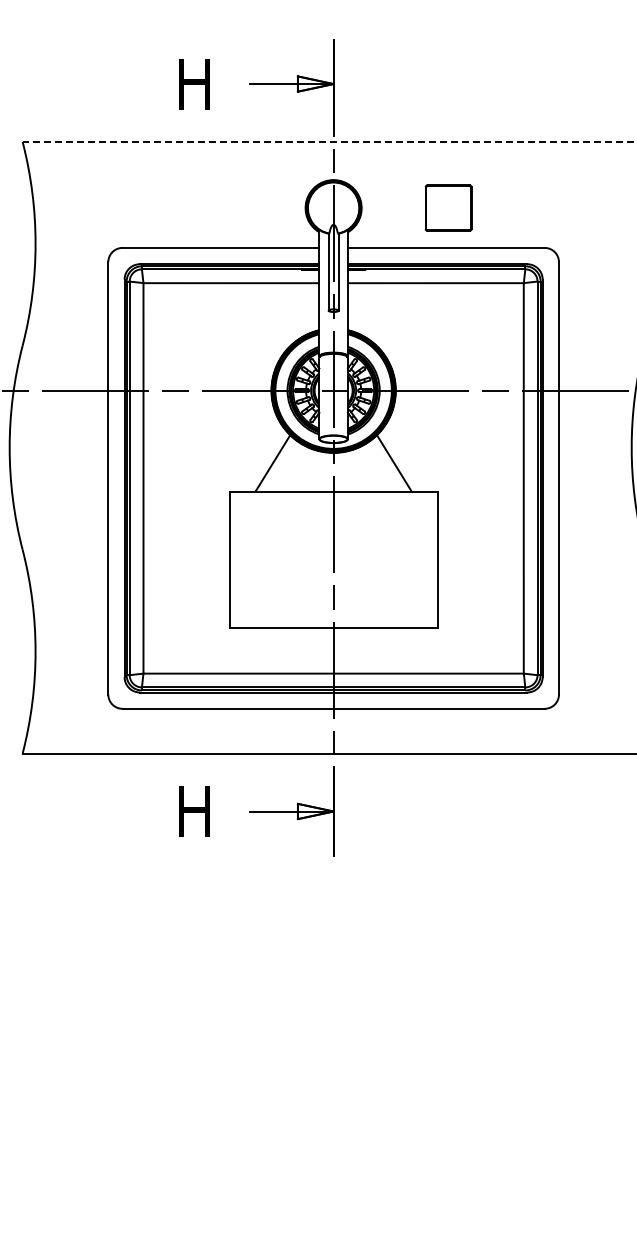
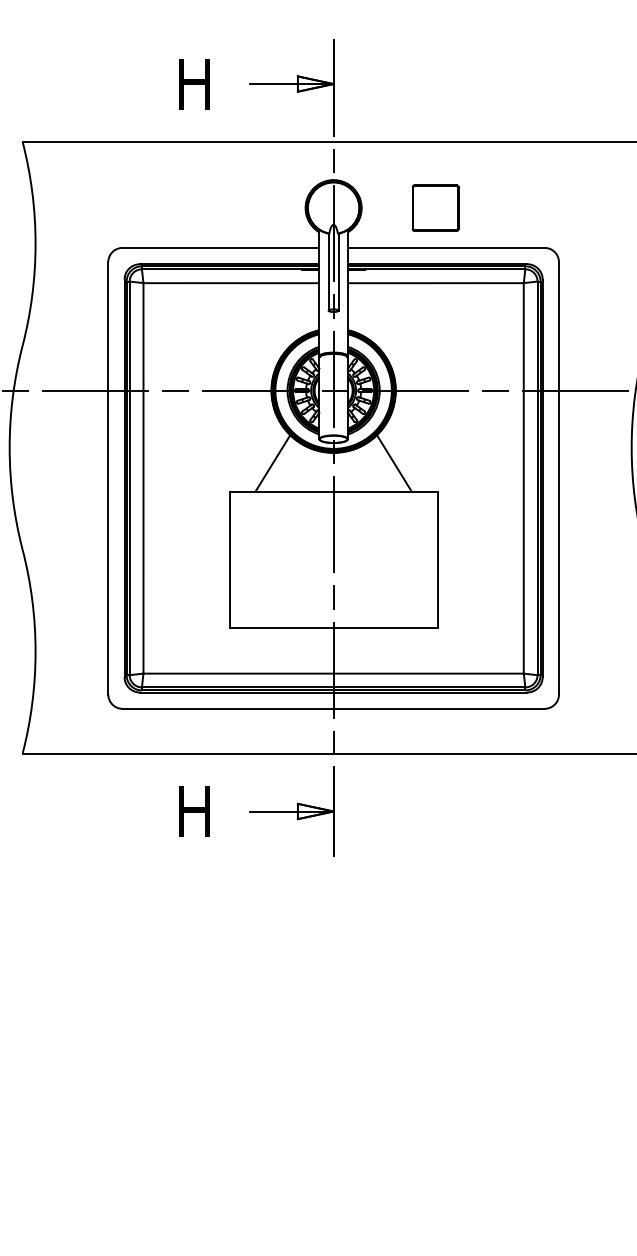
line at (329, 141): dashed -> solid
part at (448, 207) position: (448, 207) -> (435, 207)
